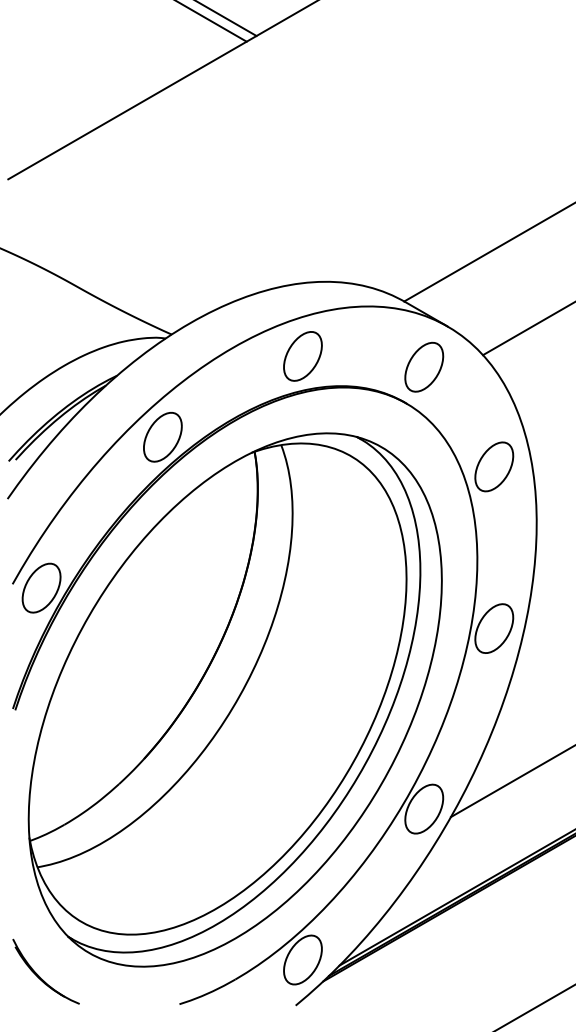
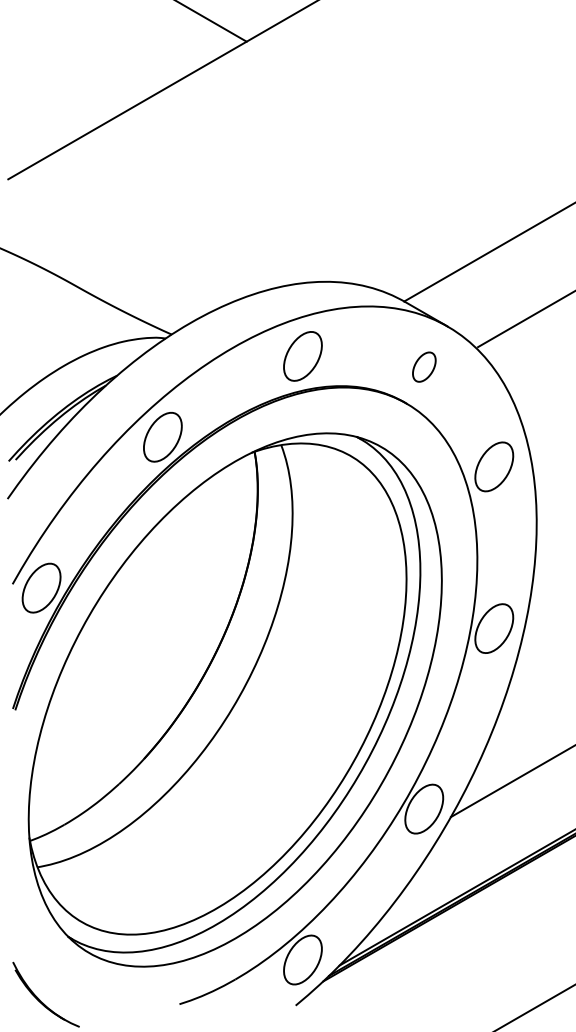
line at (227, 19): present -> none
line at (527, 329) position: (527, 329) -> (525, 319)
part at (424, 366) size: 41x52 px -> 25x32 px
part at (40, 976) position: (40, 976) -> (40, 999)
